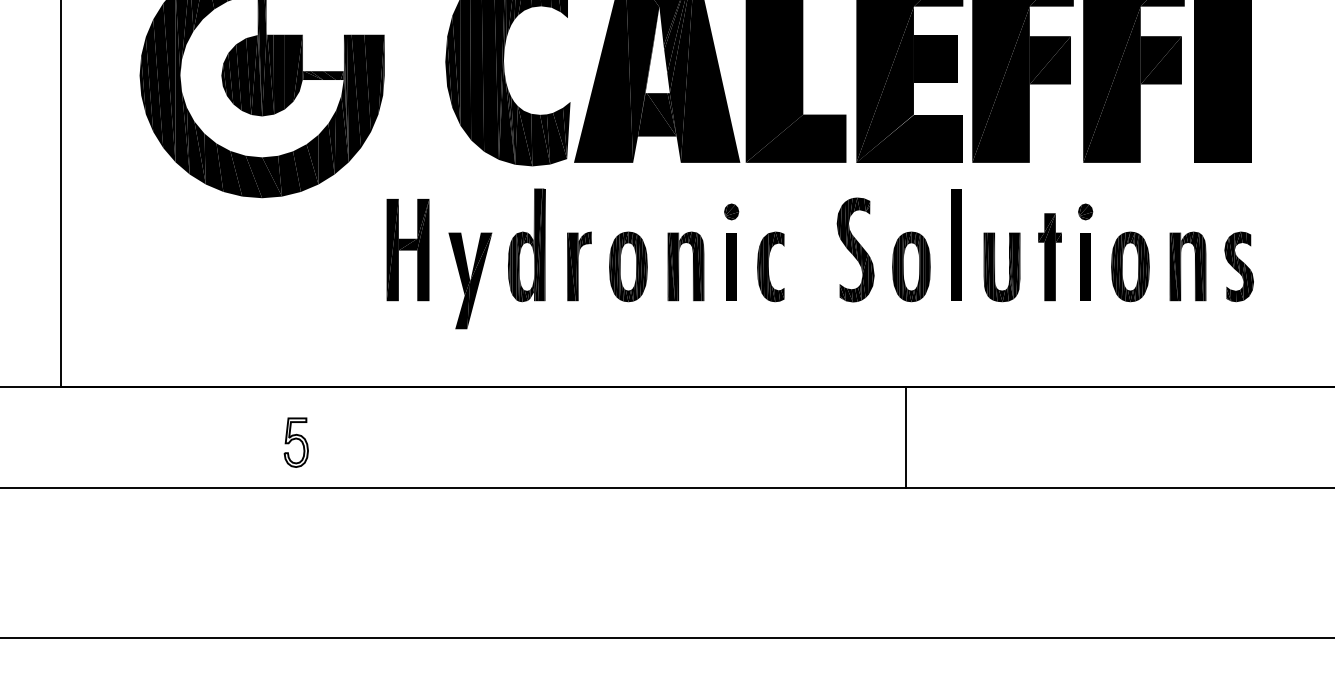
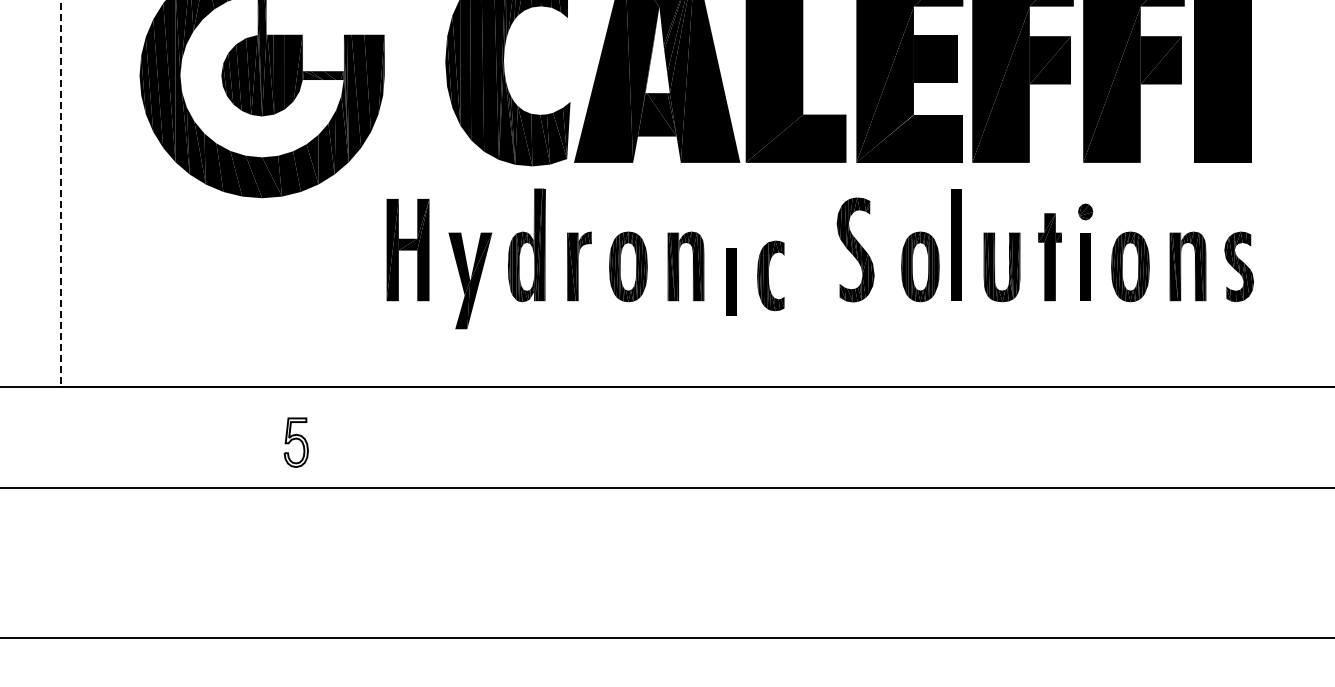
line at (60, 194): solid -> dashed
part at (731, 211): present -> none
part at (731, 266) position: (731, 266) -> (731, 281)
part at (770, 266) position: (770, 266) -> (770, 275)
part at (911, 266) position: (911, 266) -> (920, 266)
line at (906, 437): present -> none
